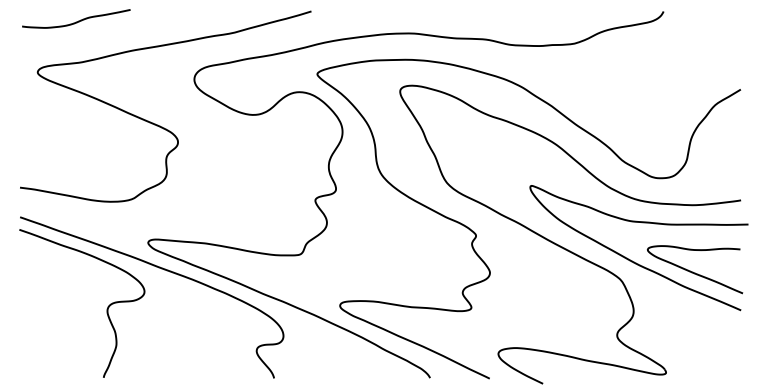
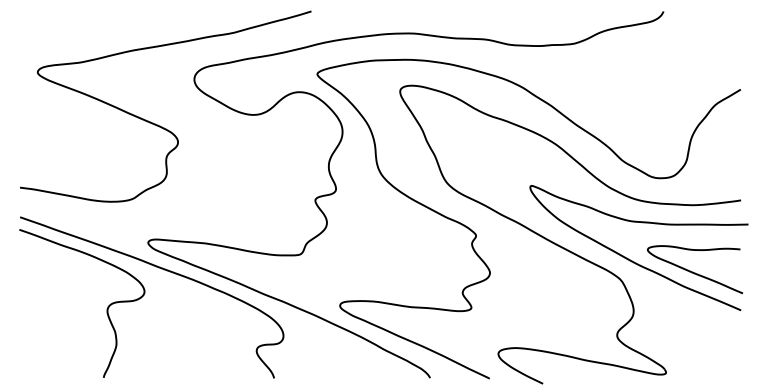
curve at (78, 20): present -> none
